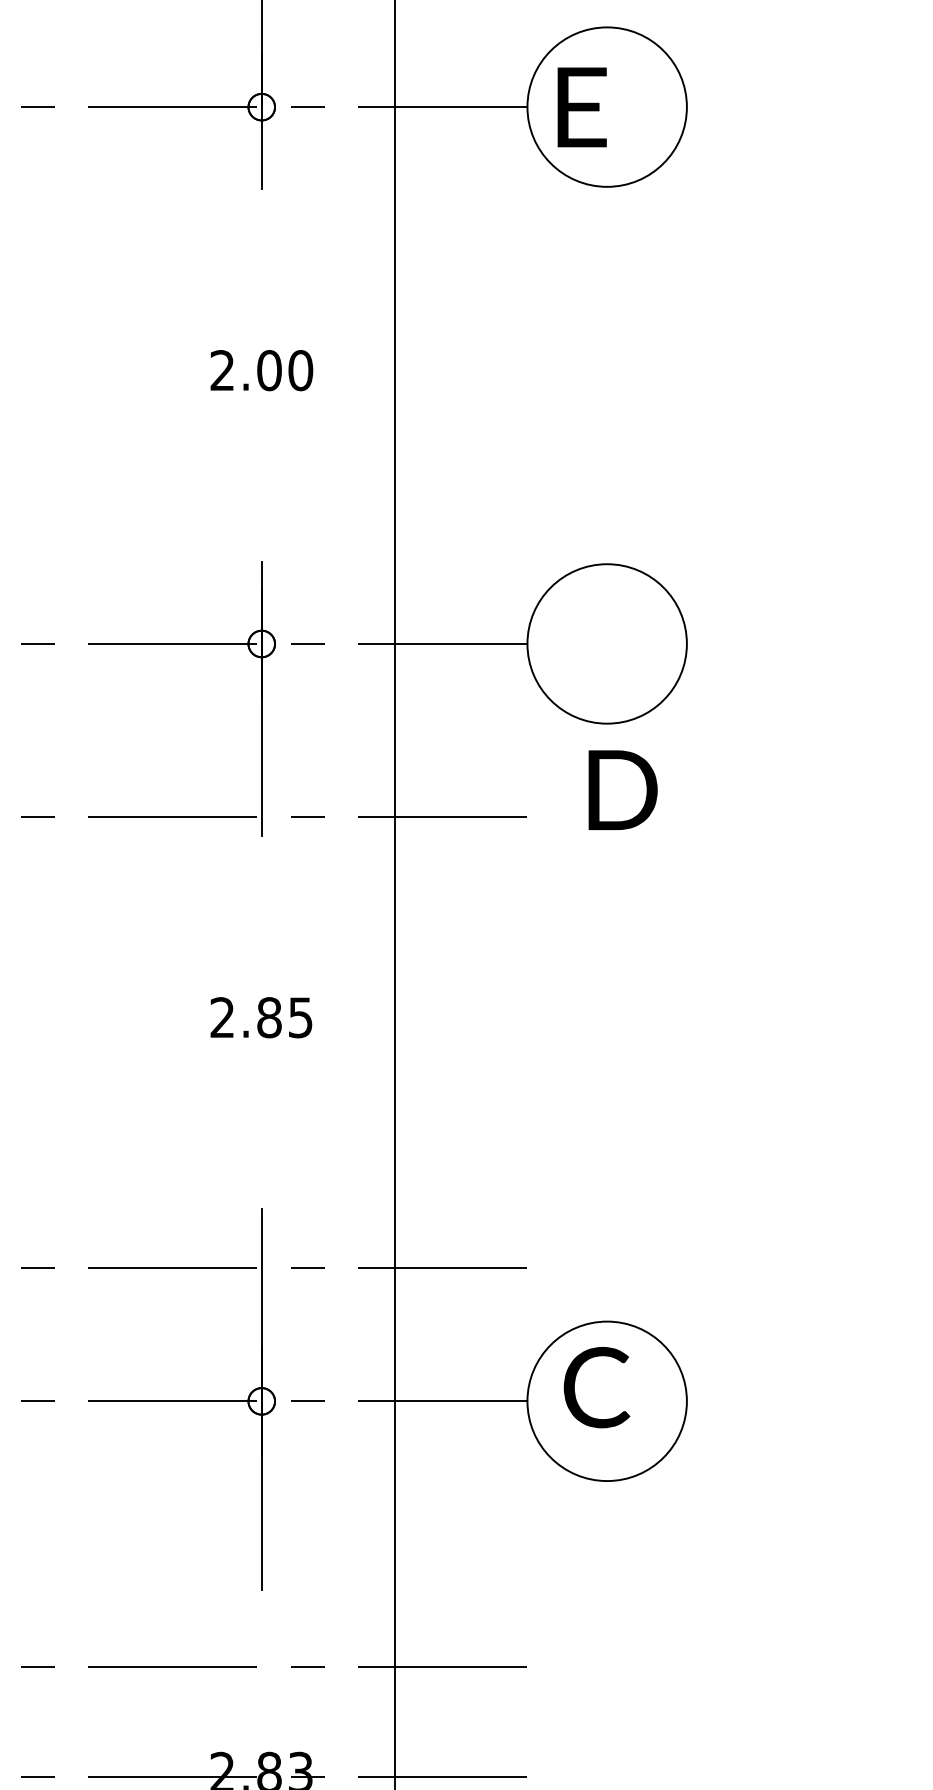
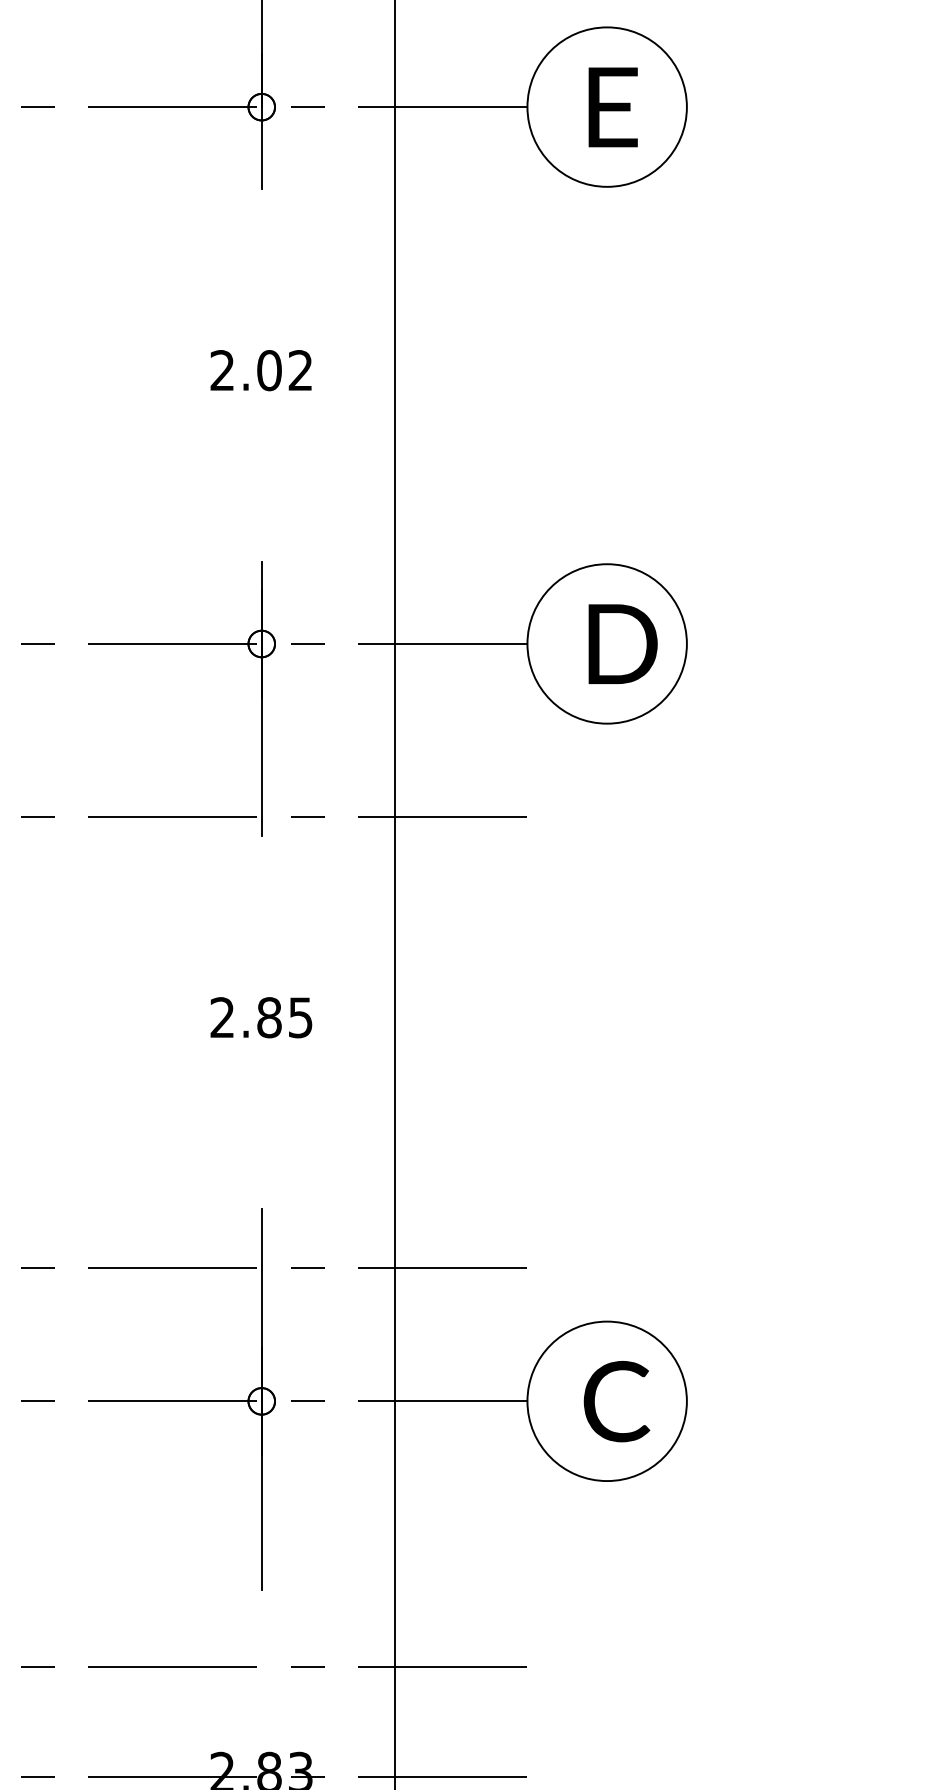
text at (581, 107) position: (581, 107) -> (612, 107)
text at (300, 370): 2.00 -> 2.02
text at (622, 789) position: (622, 789) -> (622, 643)
text at (596, 1387) position: (596, 1387) -> (616, 1401)
